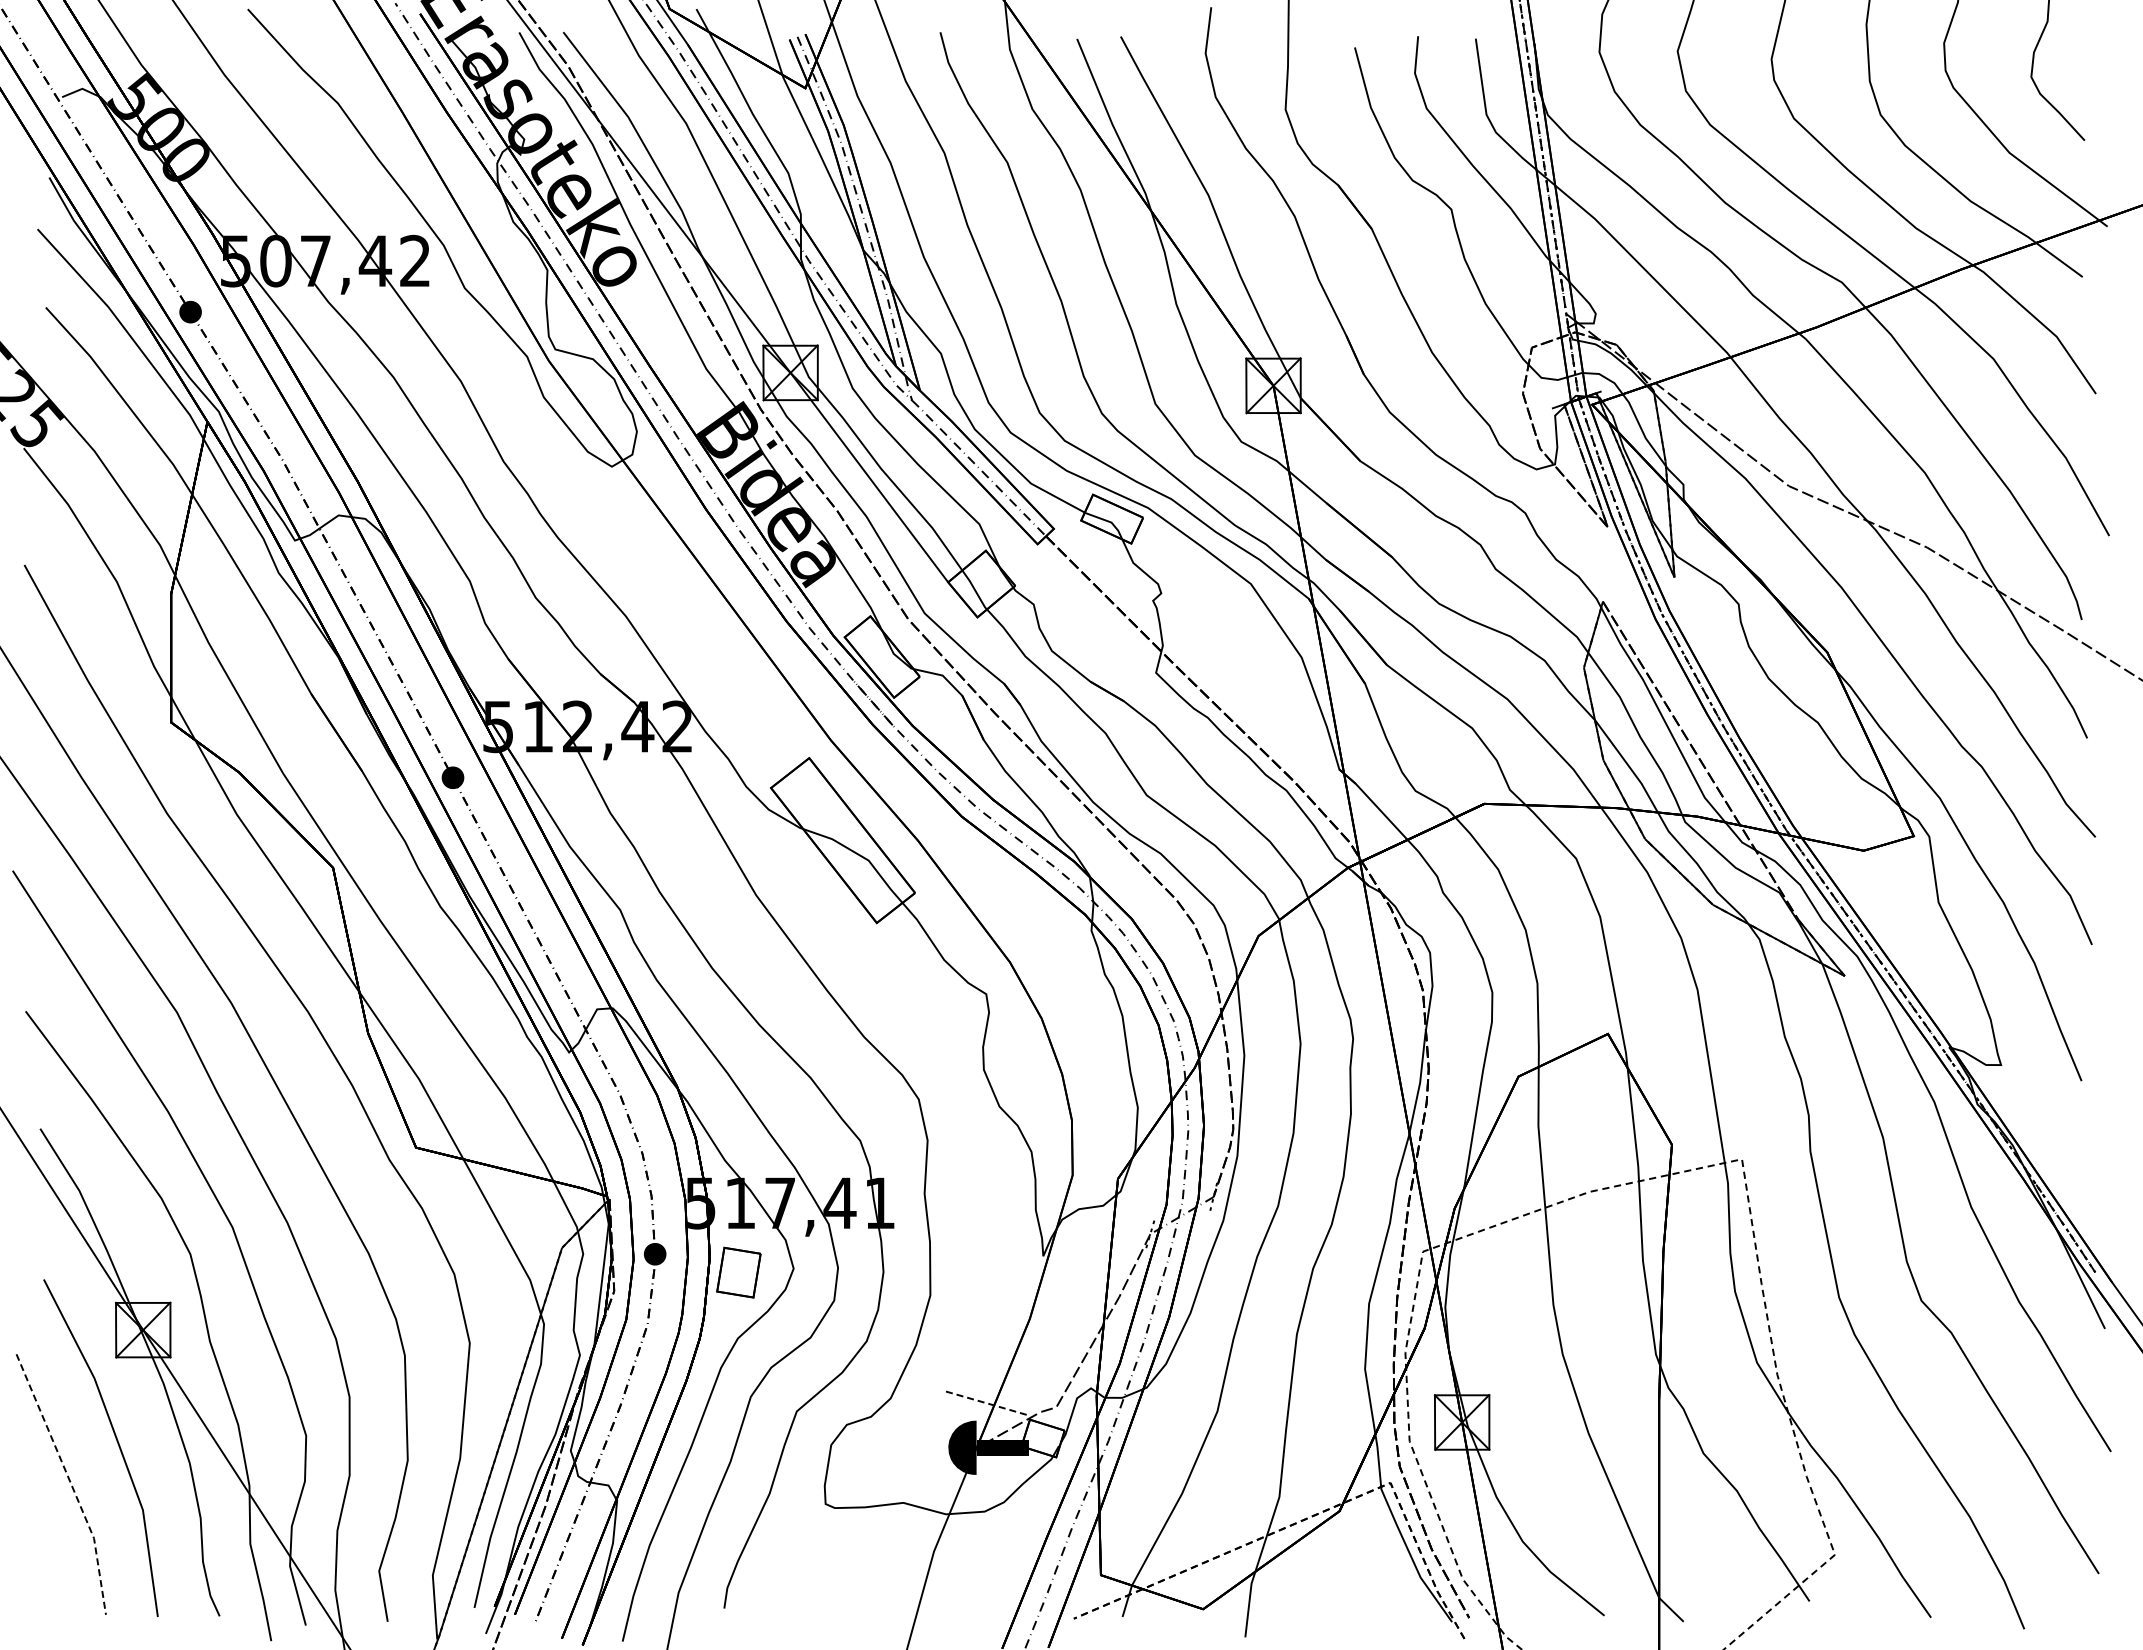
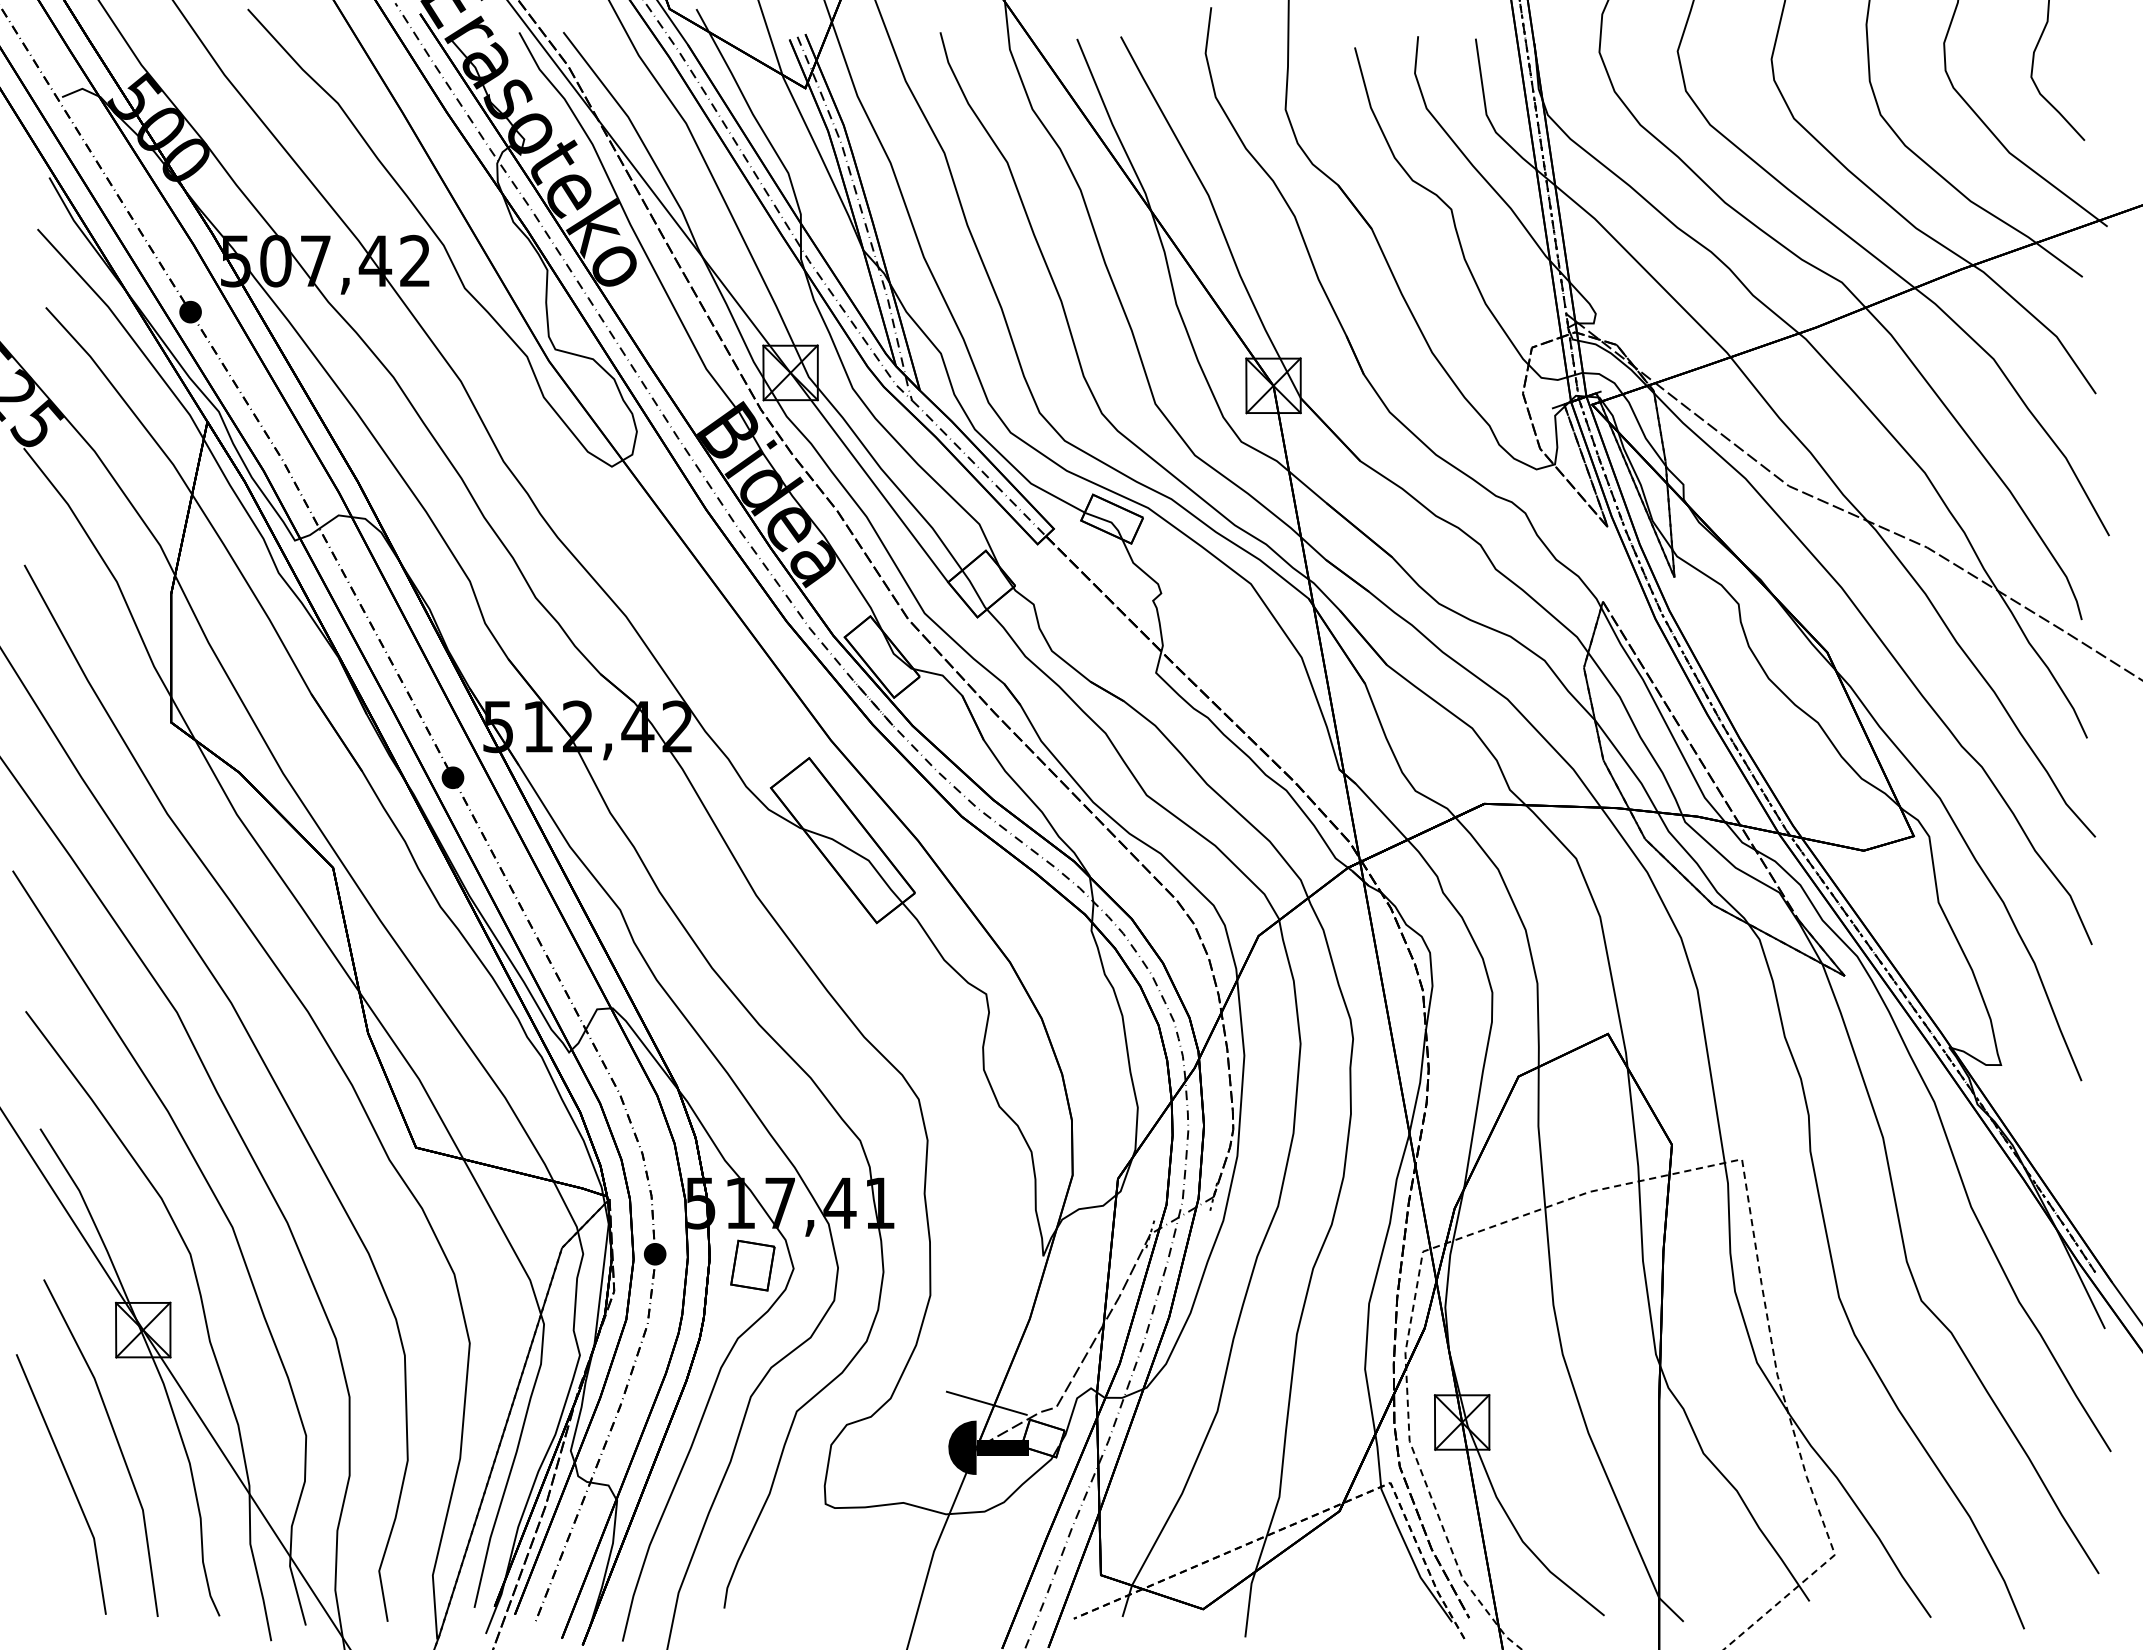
part at (738, 1272) position: (738, 1272) -> (752, 1265)
line at (987, 1403): dashed -> solid
line at (70, 1483): dashed -> solid
